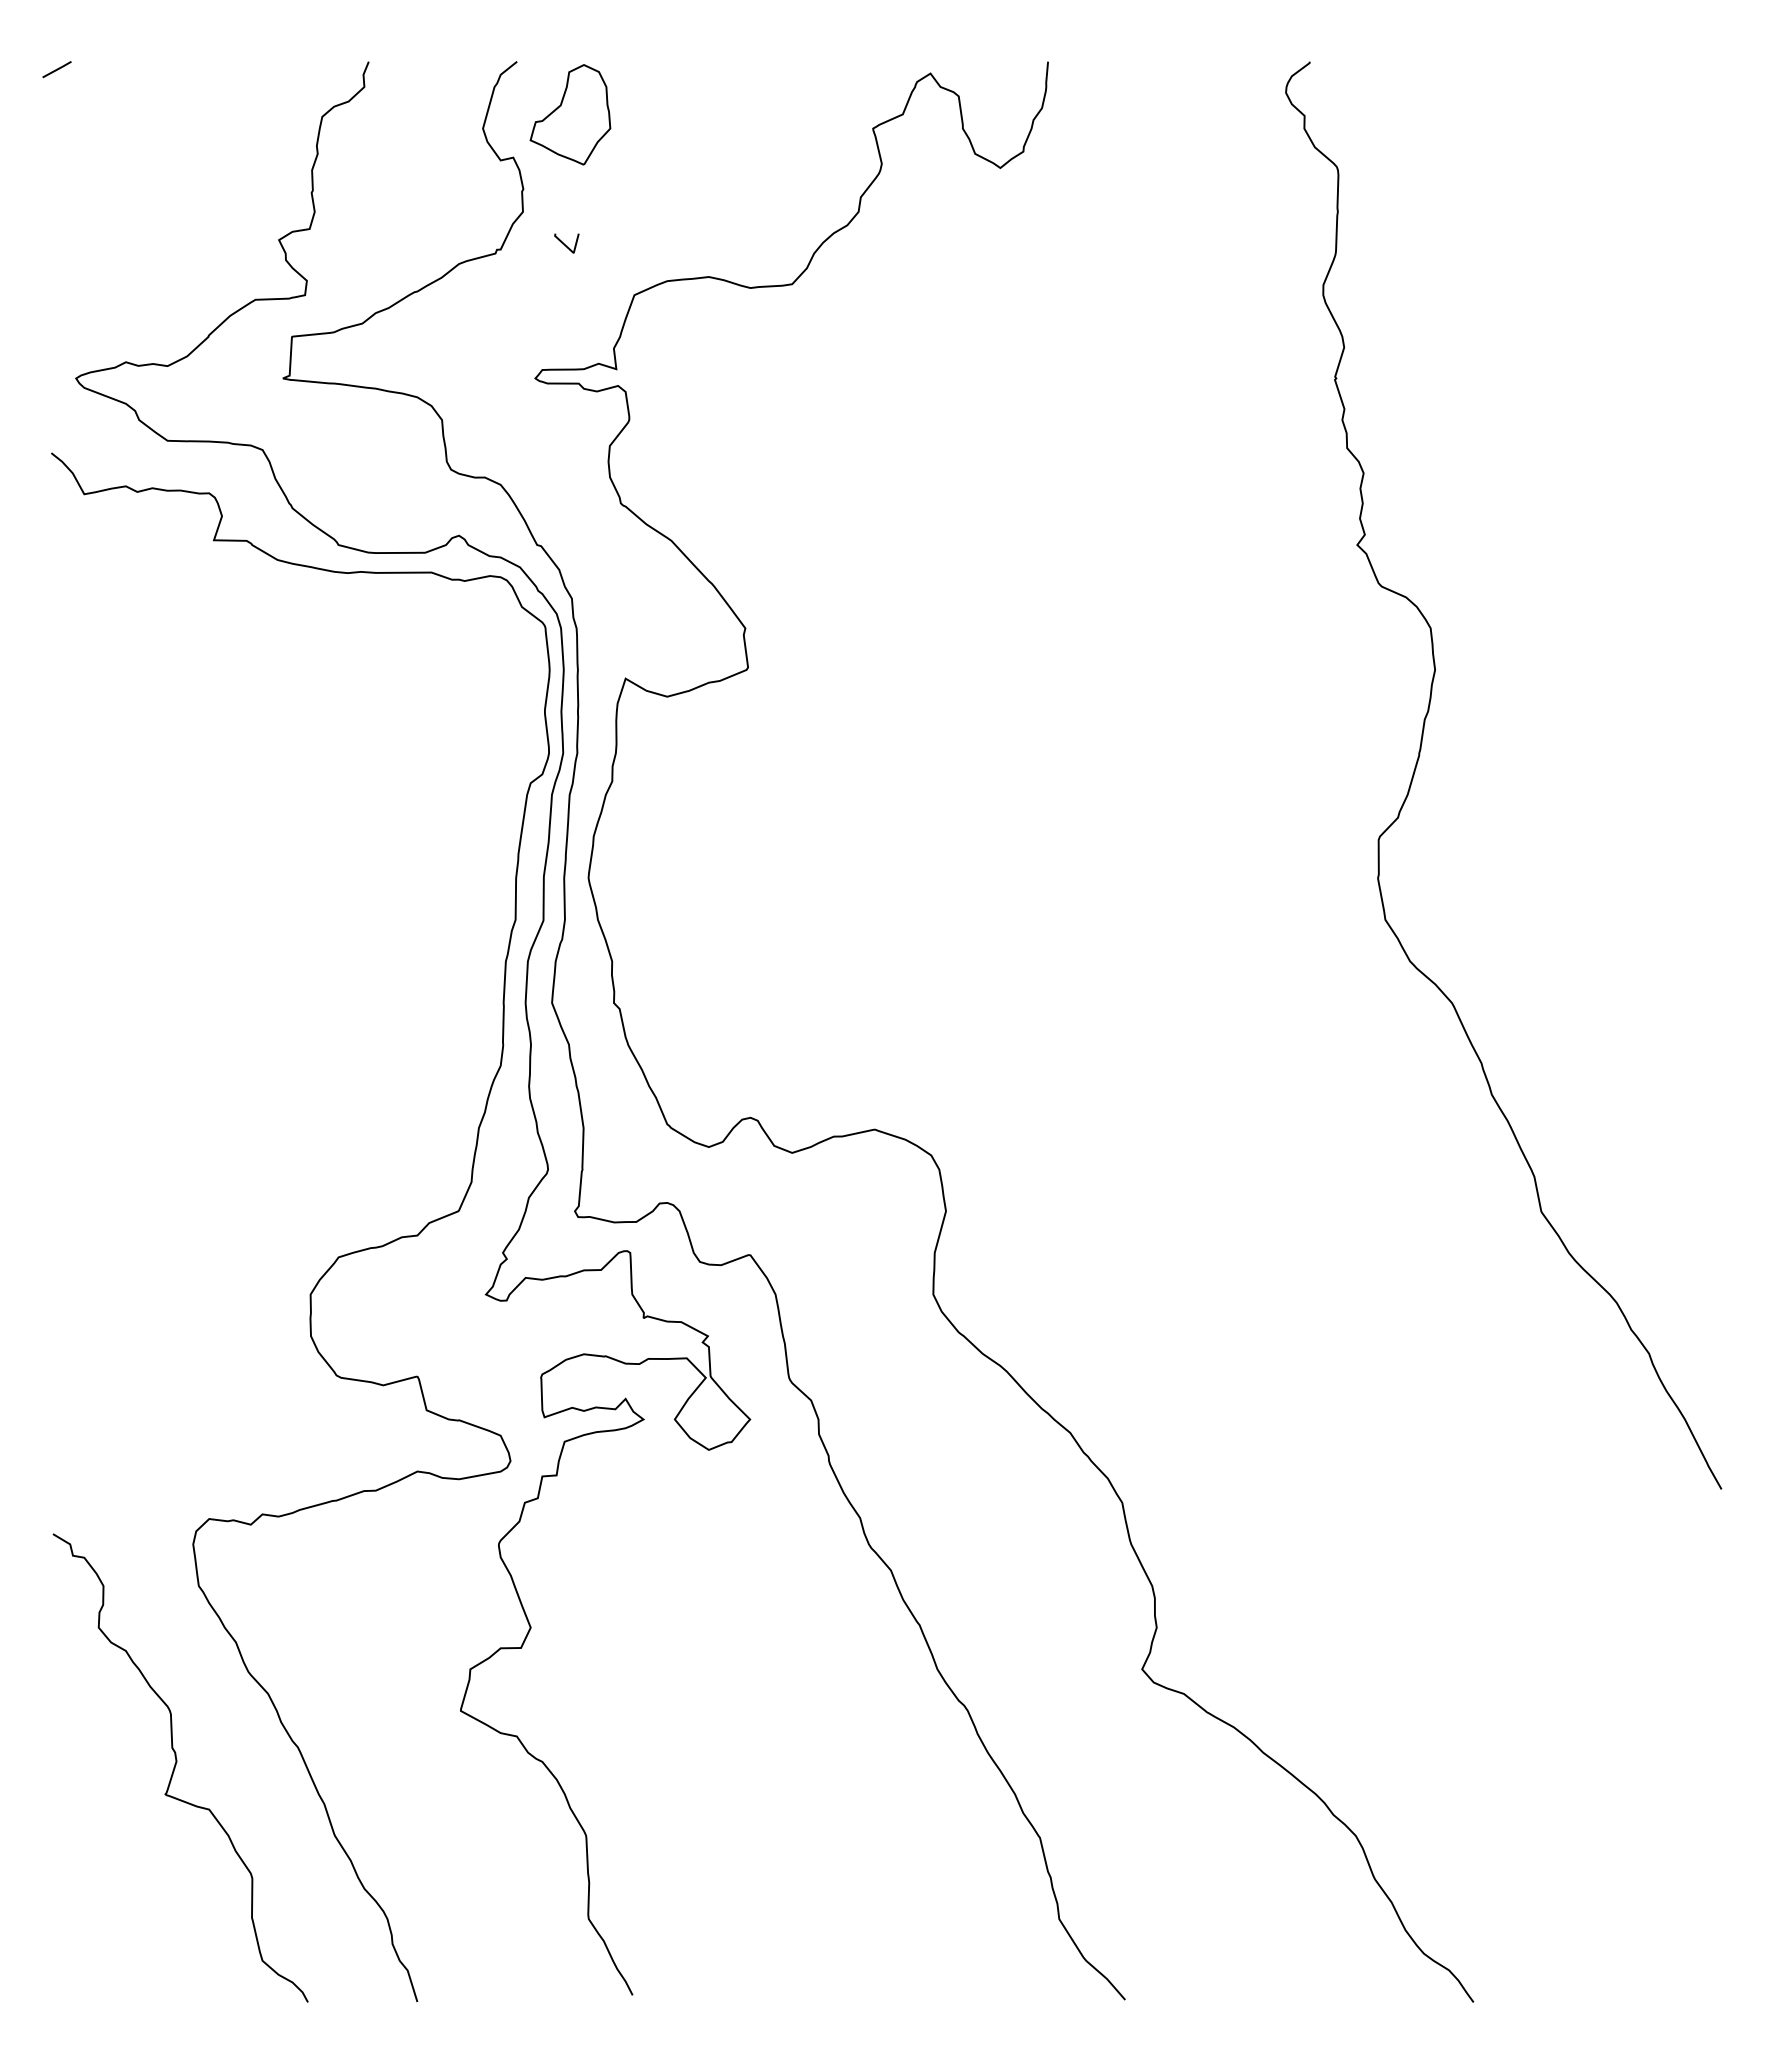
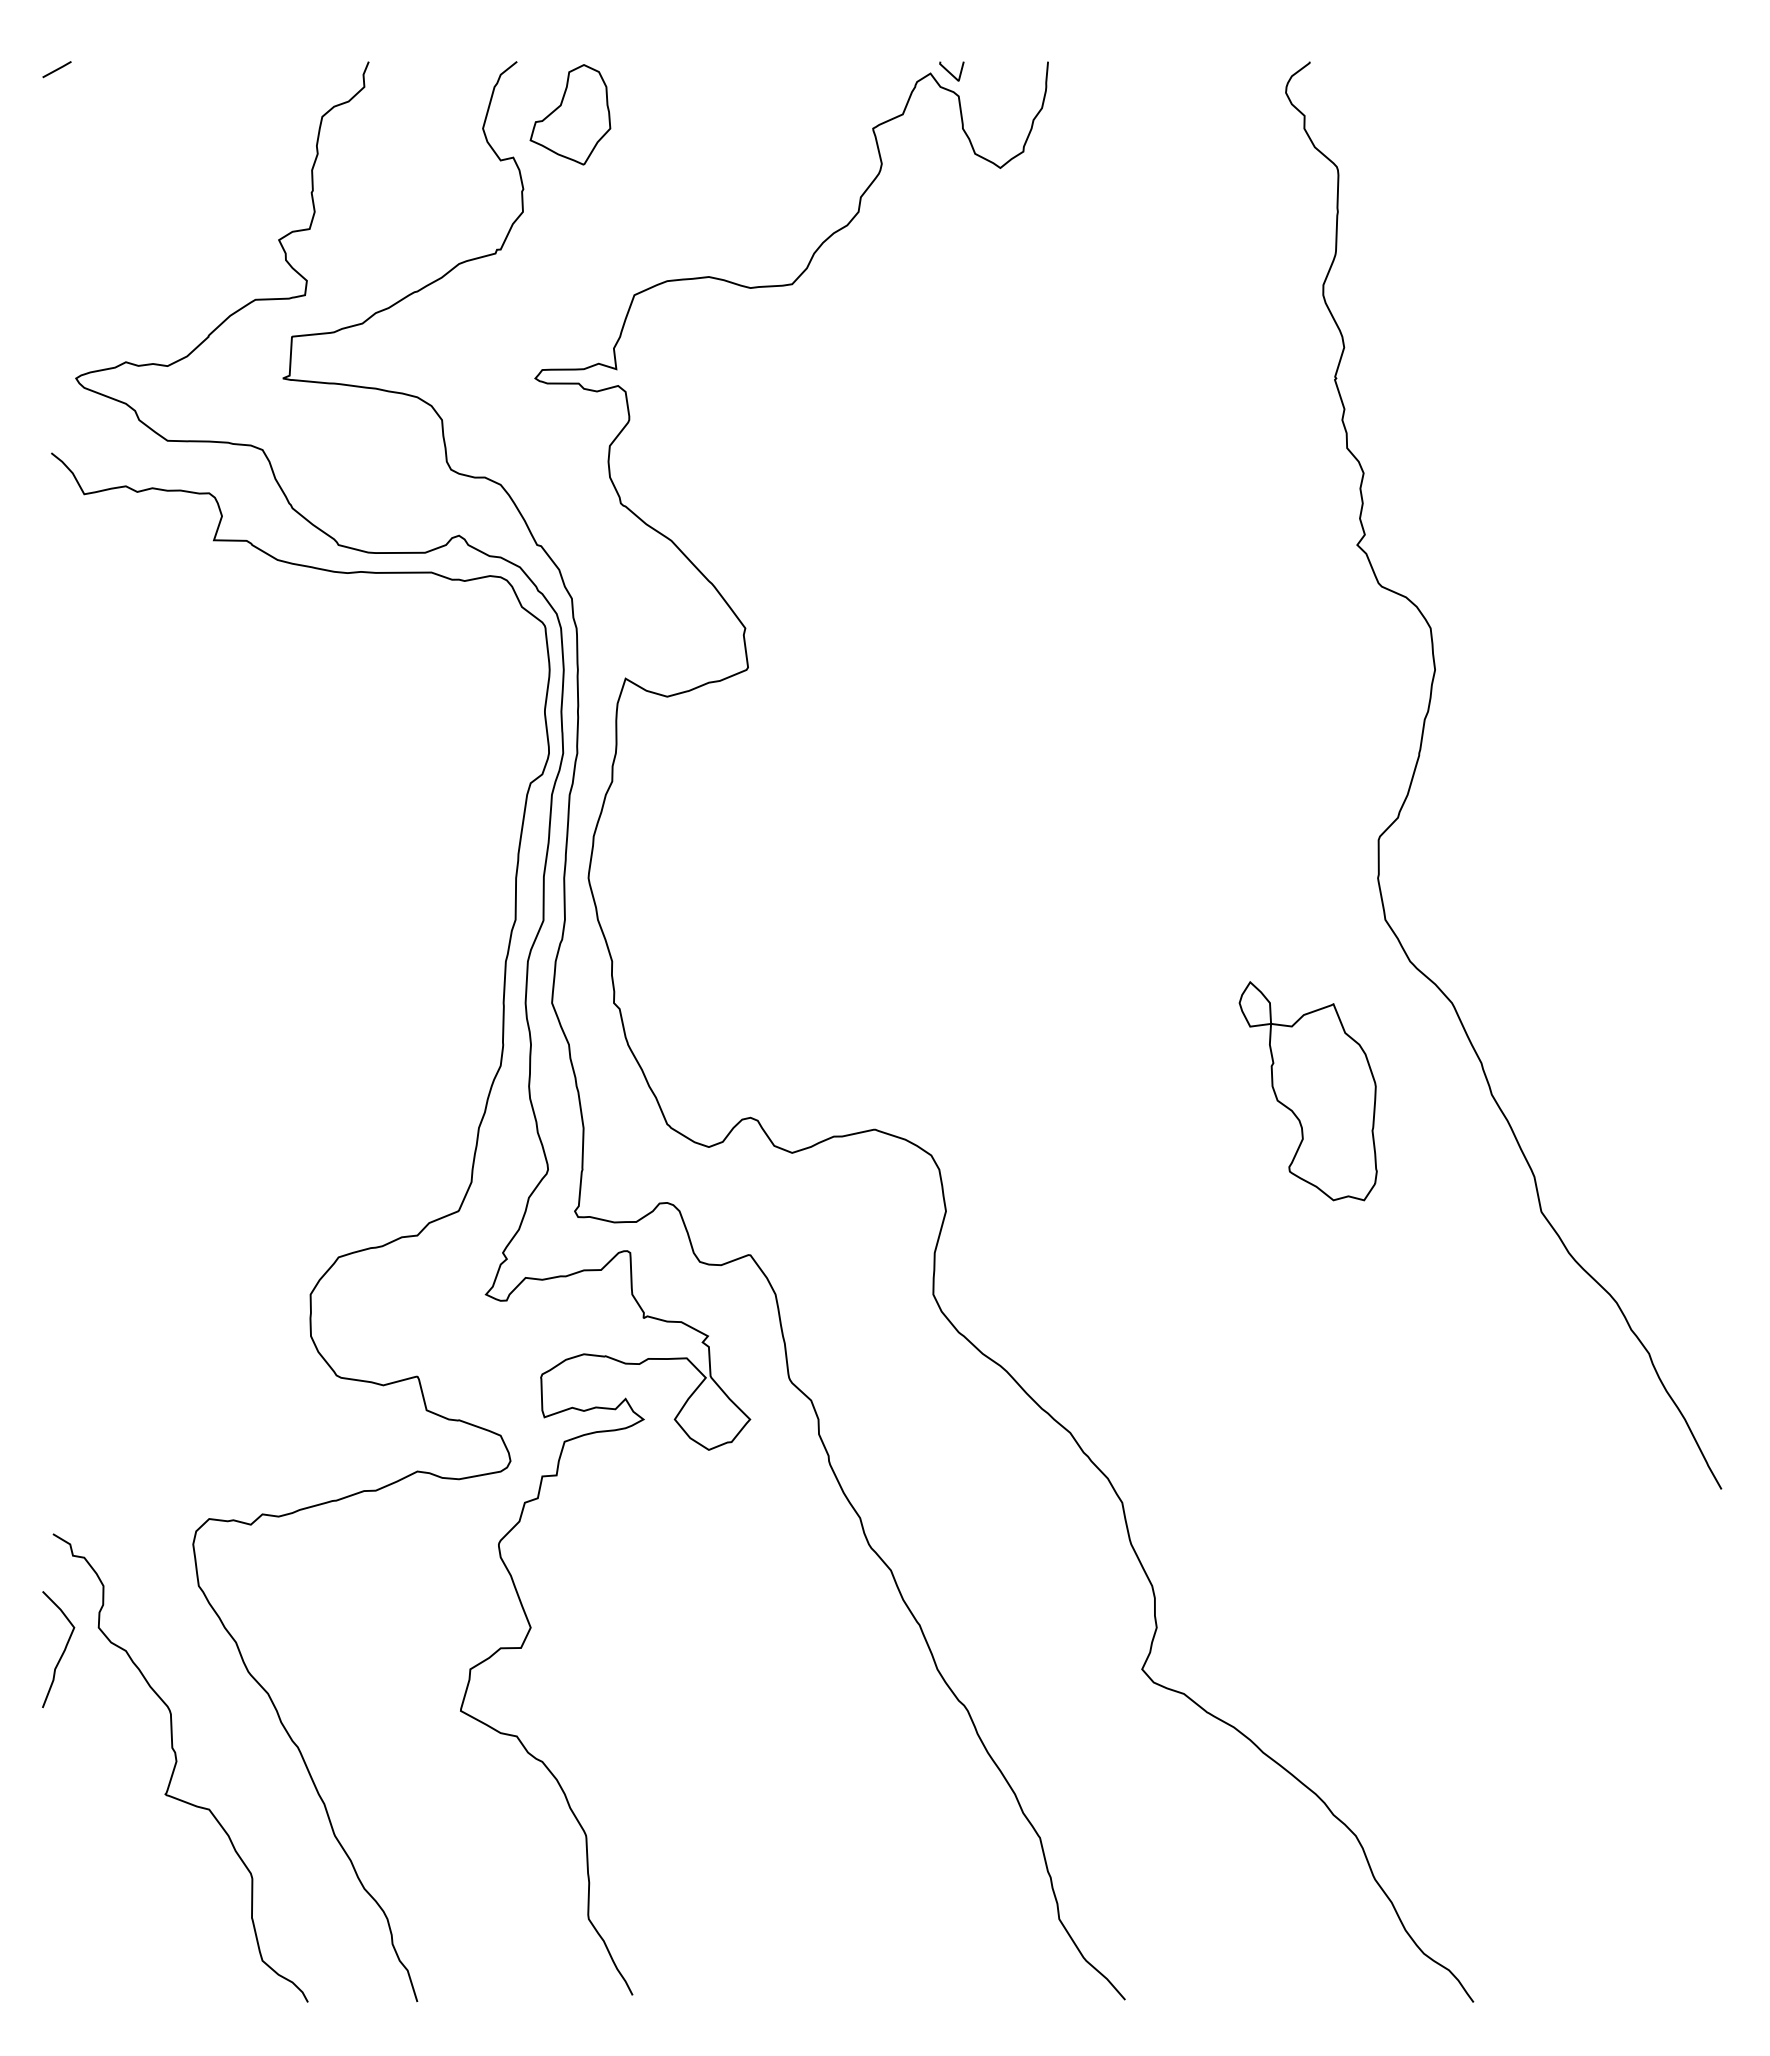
line at (565, 244) position: (565, 244) -> (950, 72)
part at (1307, 1091): none -> present
curve at (62, 1652): none -> present
